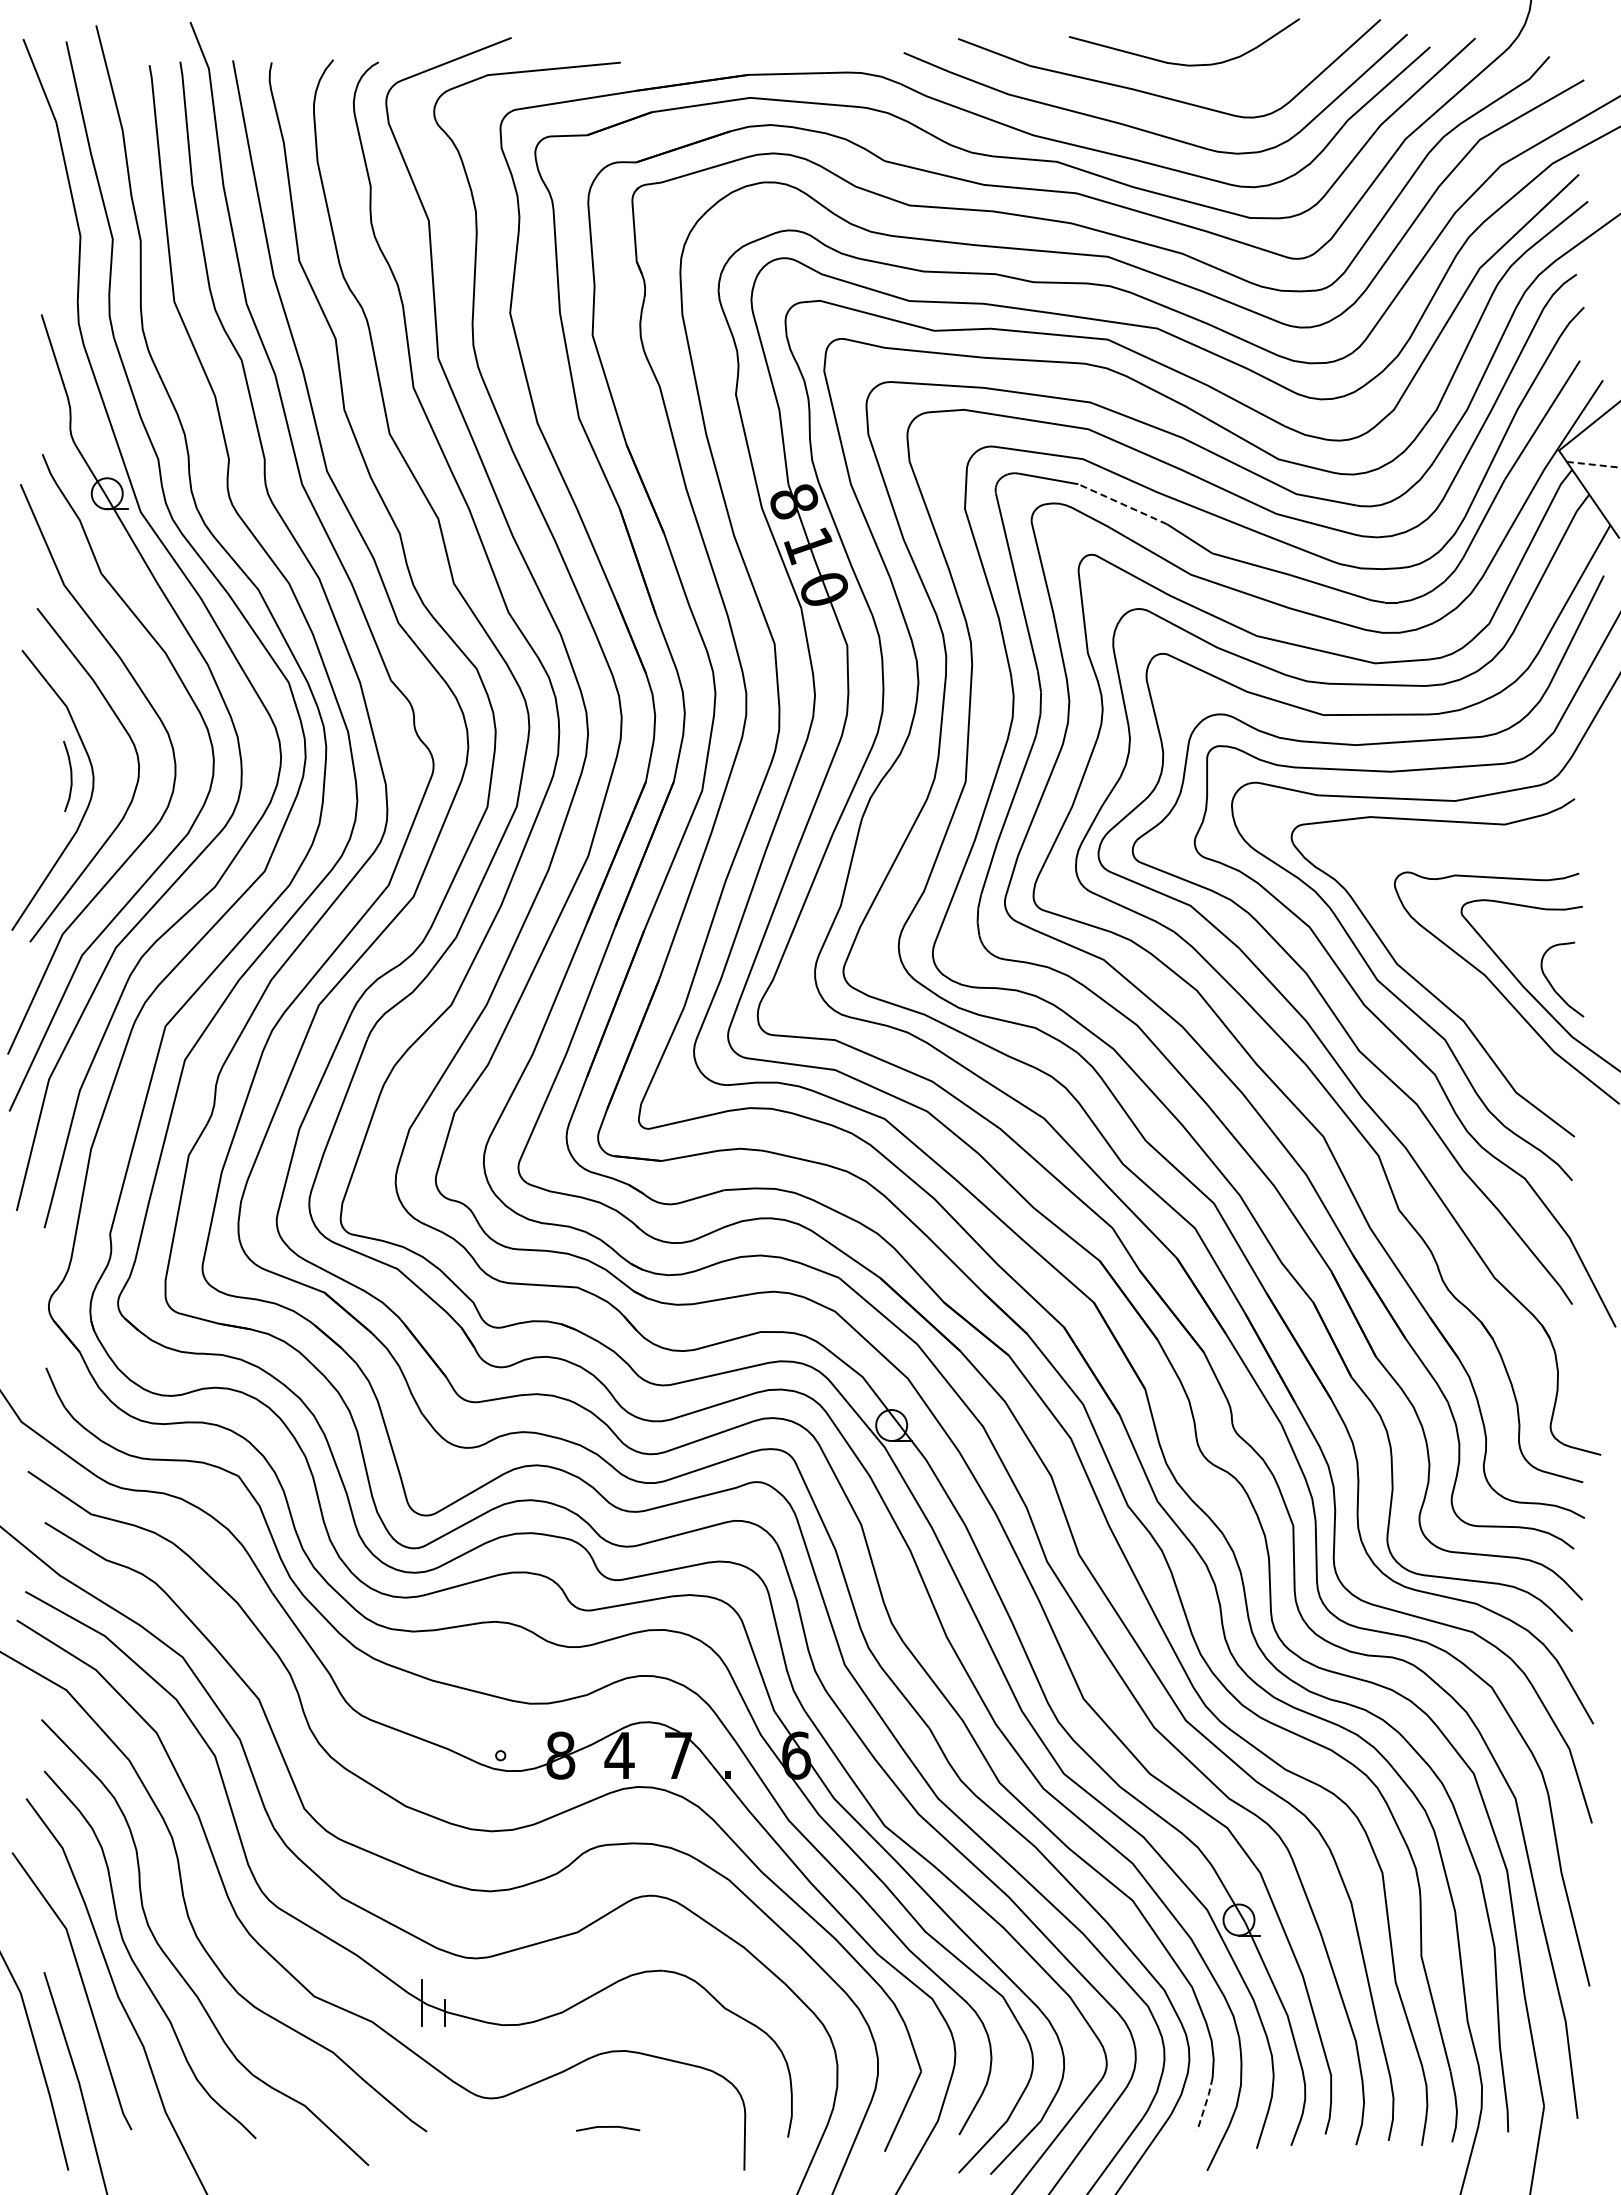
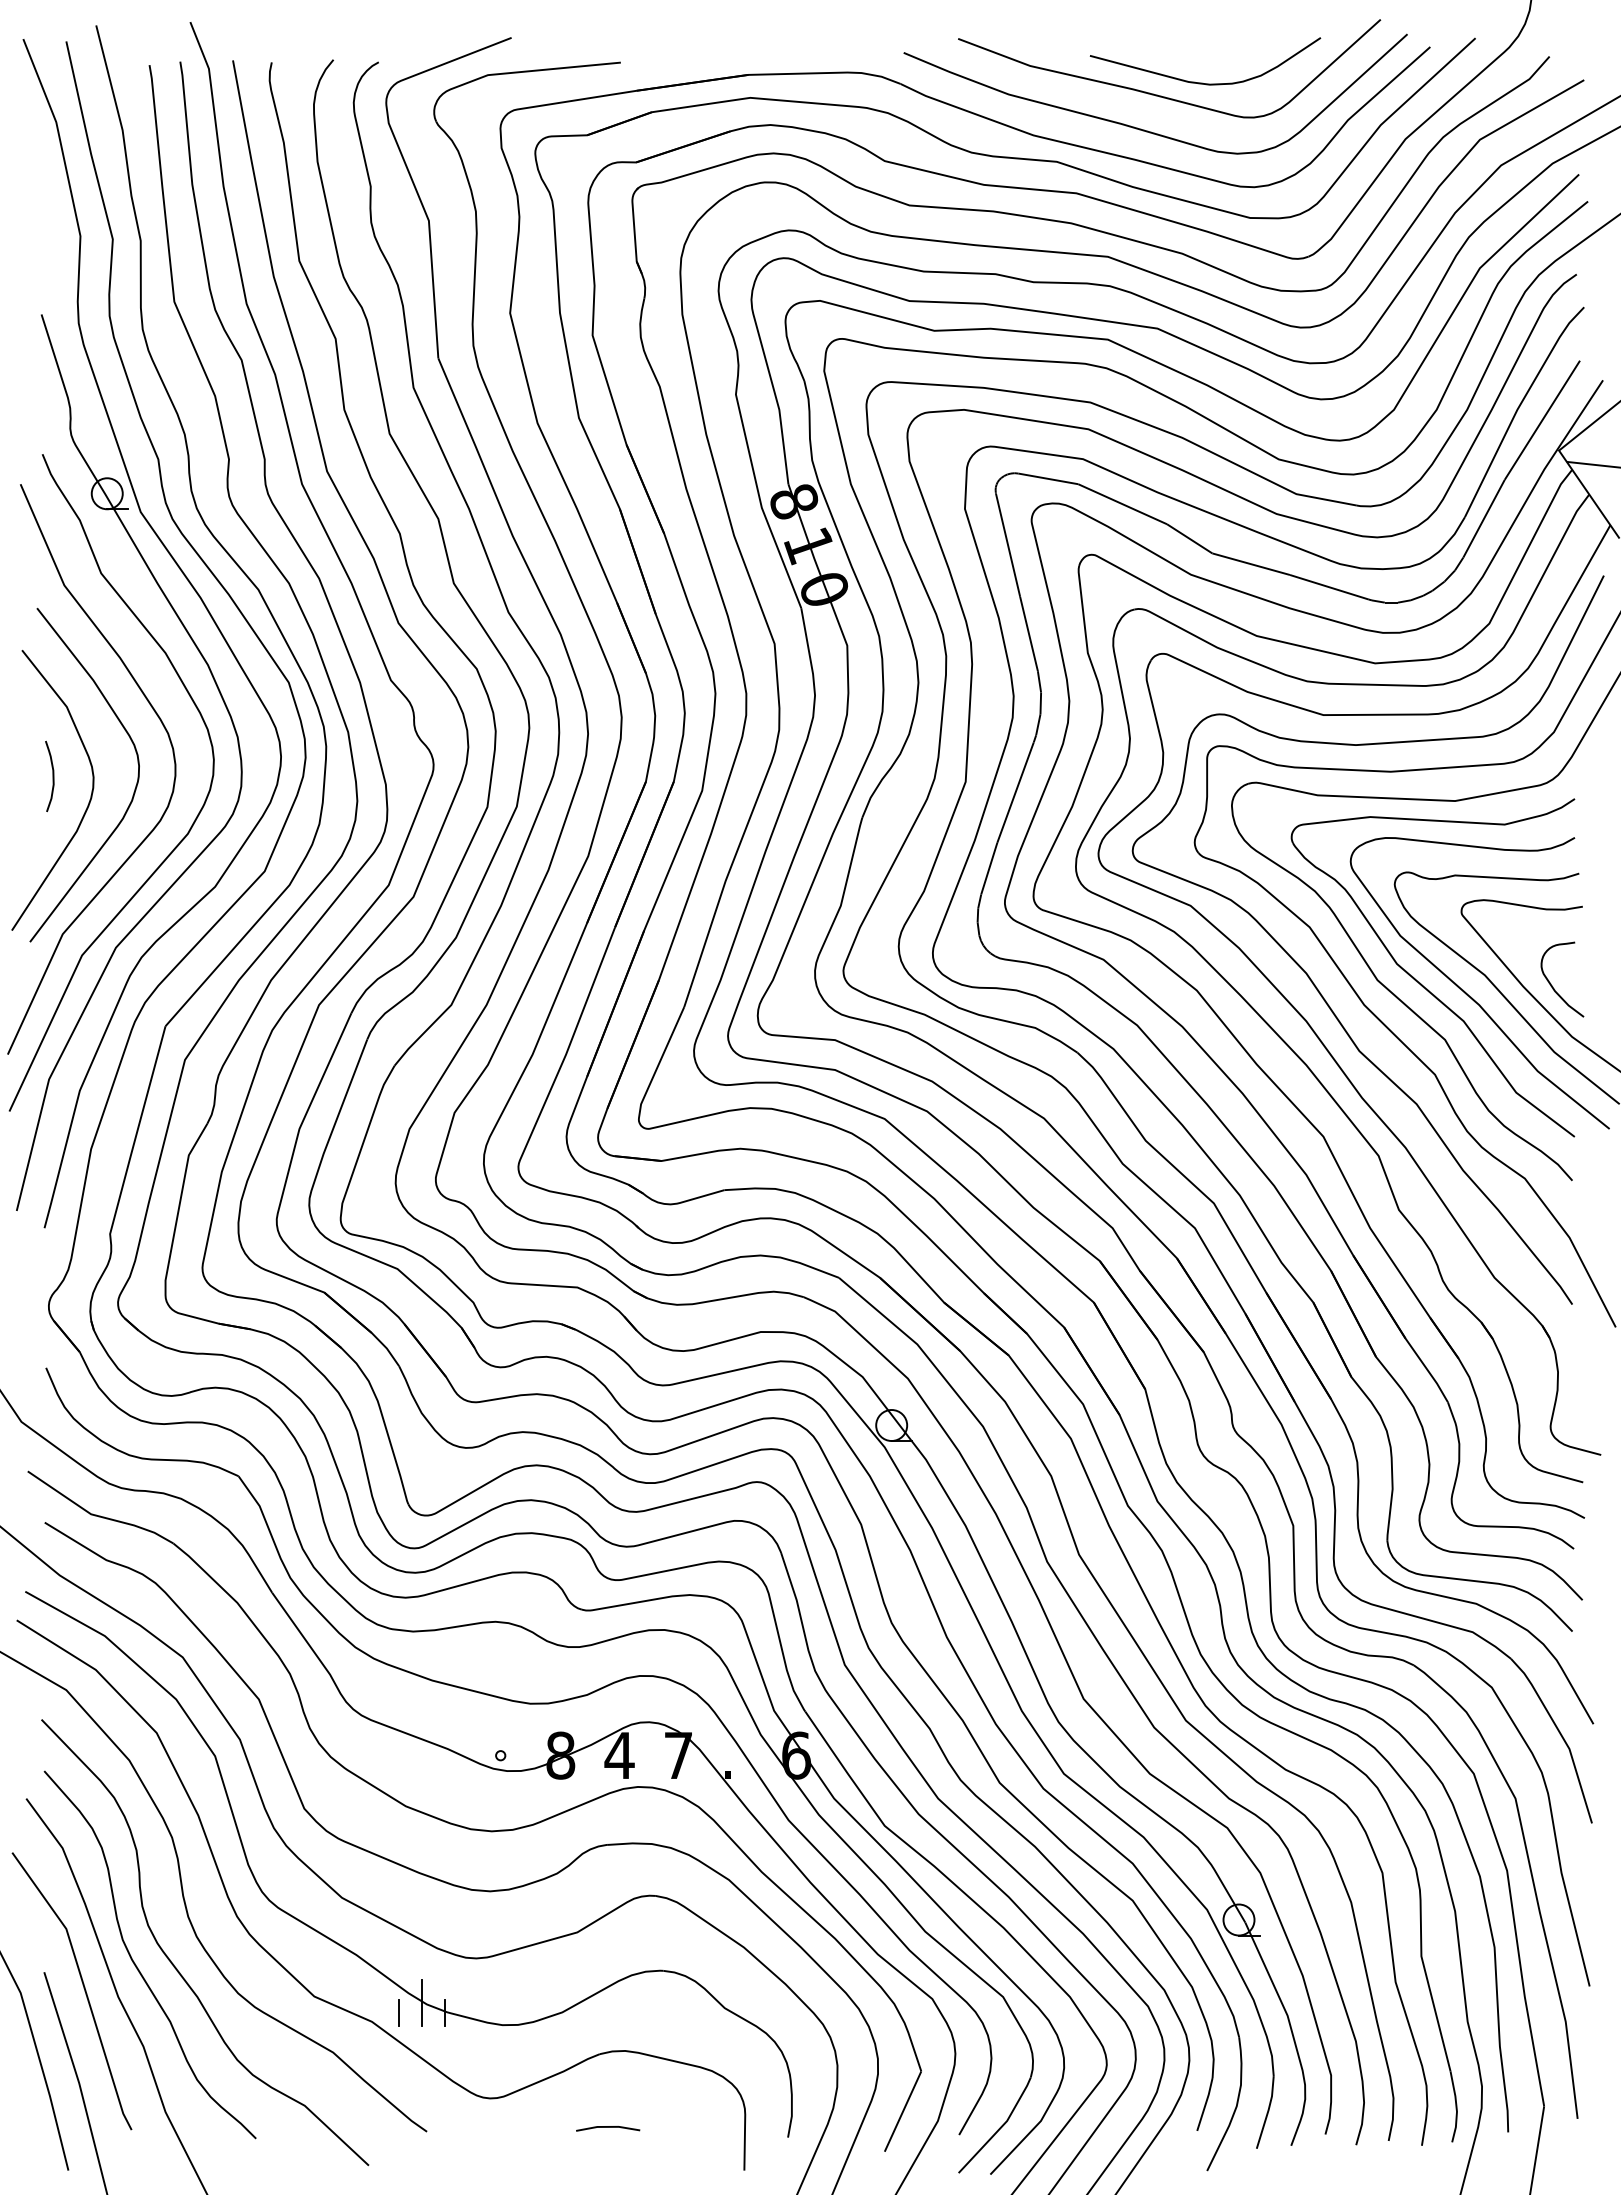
curve at (1181, 63) position: (1181, 63) -> (1202, 82)
line at (1594, 464): dashed -> solid
line at (1122, 504): dashed -> solid
curve at (70, 775) position: (70, 775) -> (52, 775)
curve at (1471, 996): none -> present
line at (398, 2012): none -> present
line at (1205, 2103): dashed -> solid
